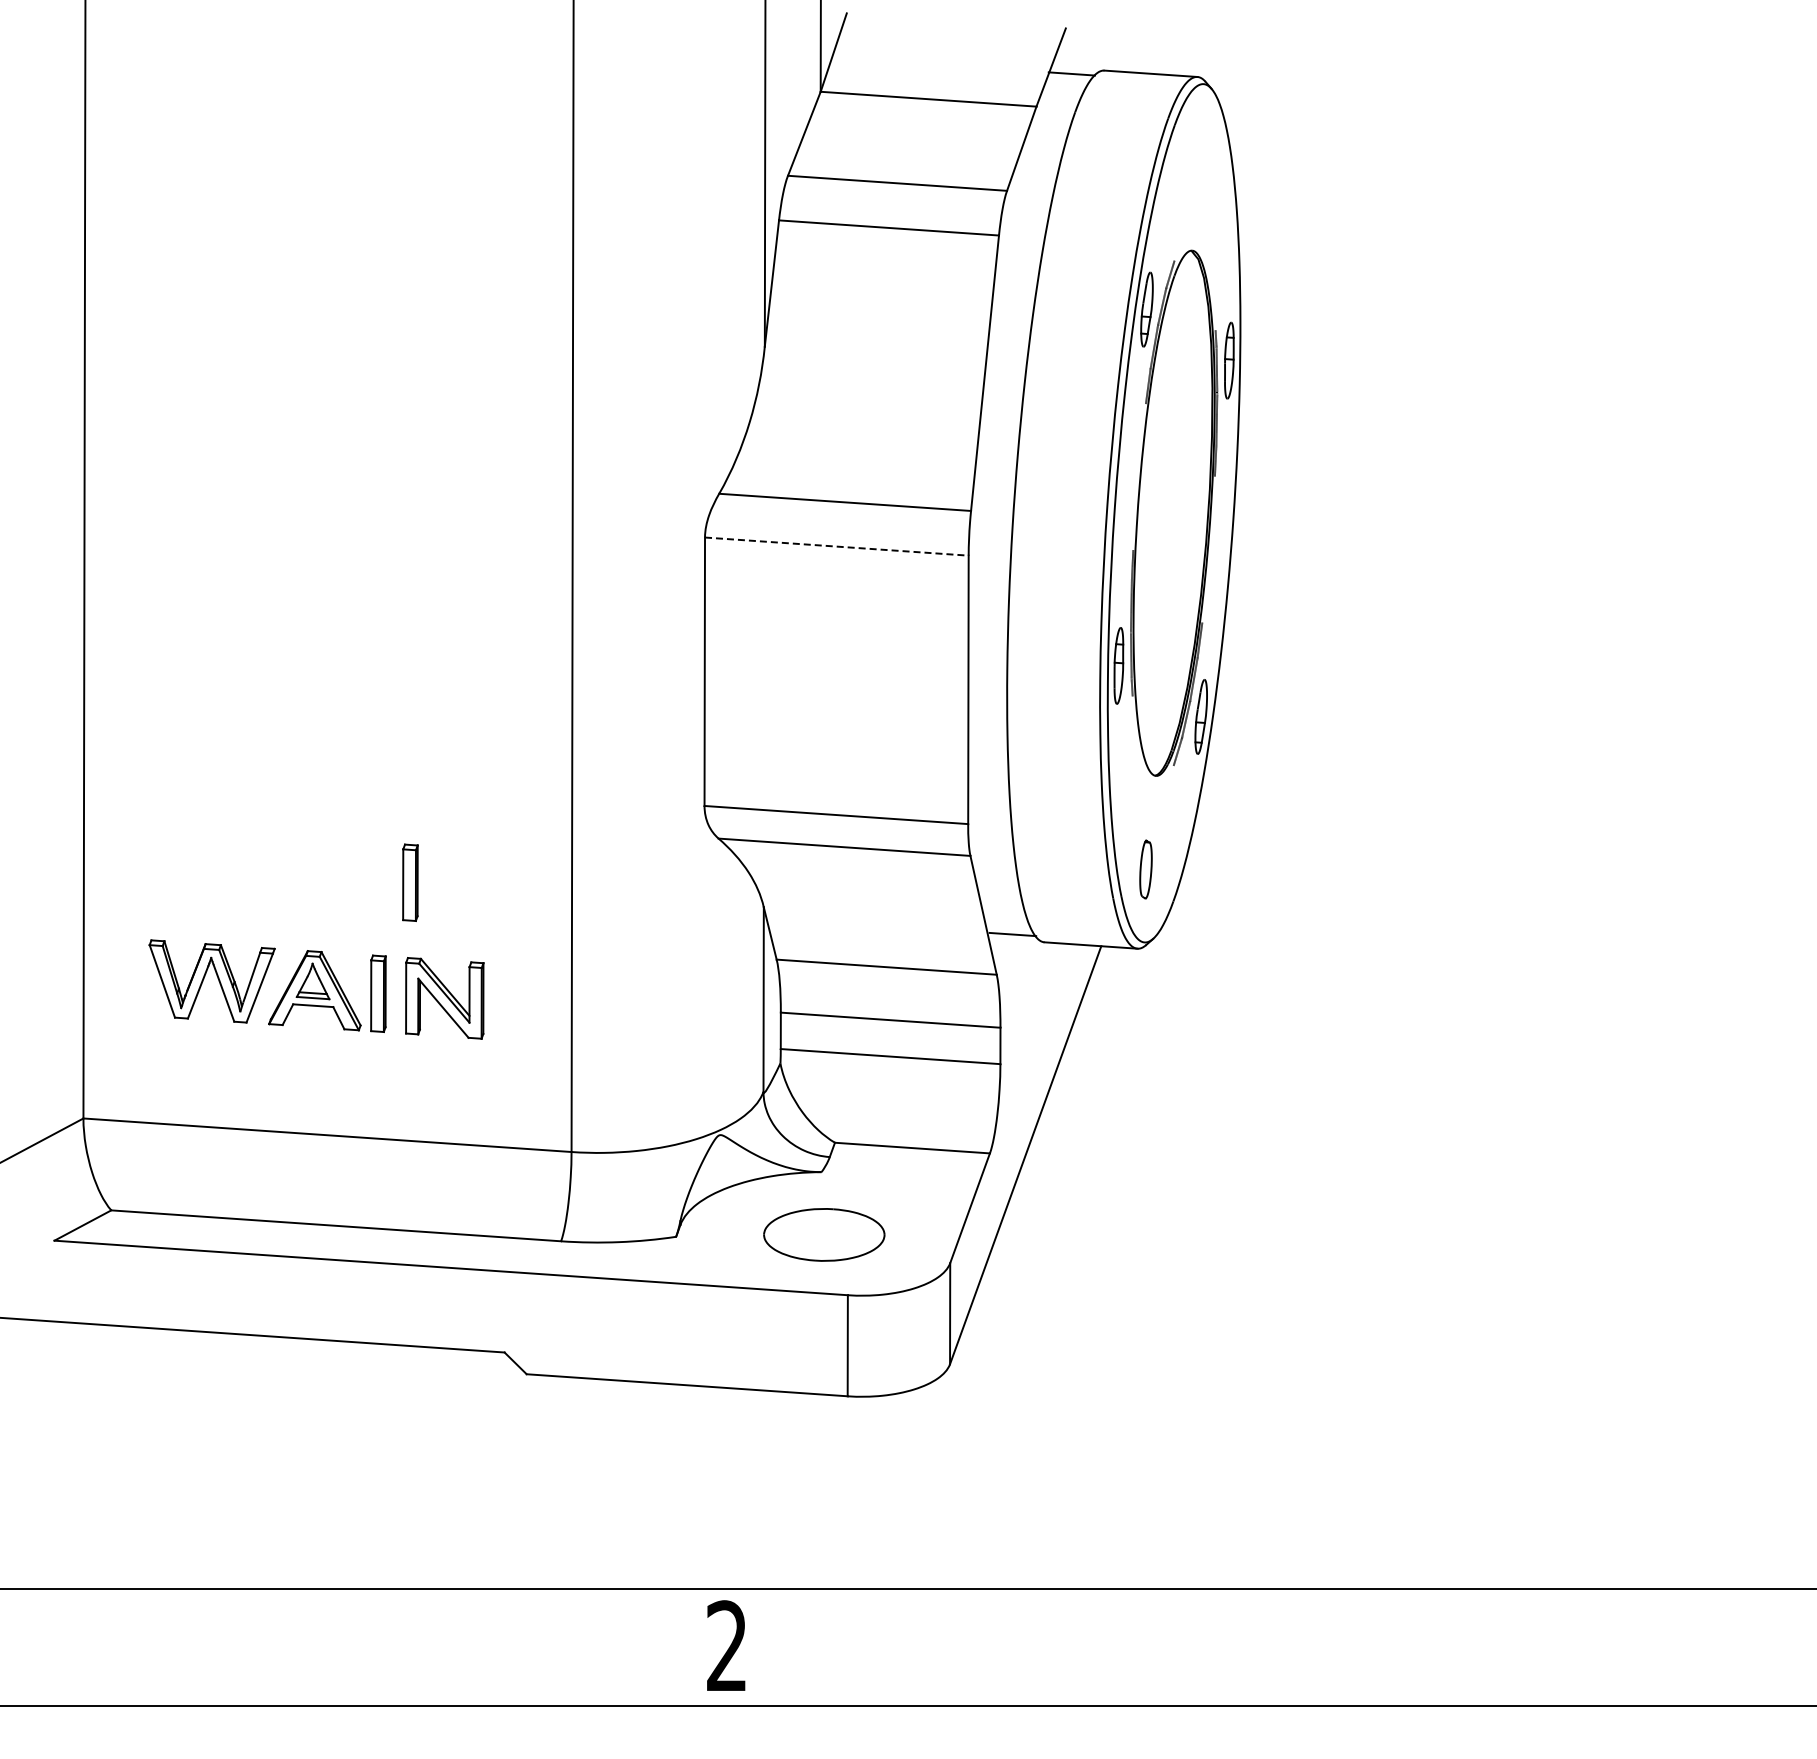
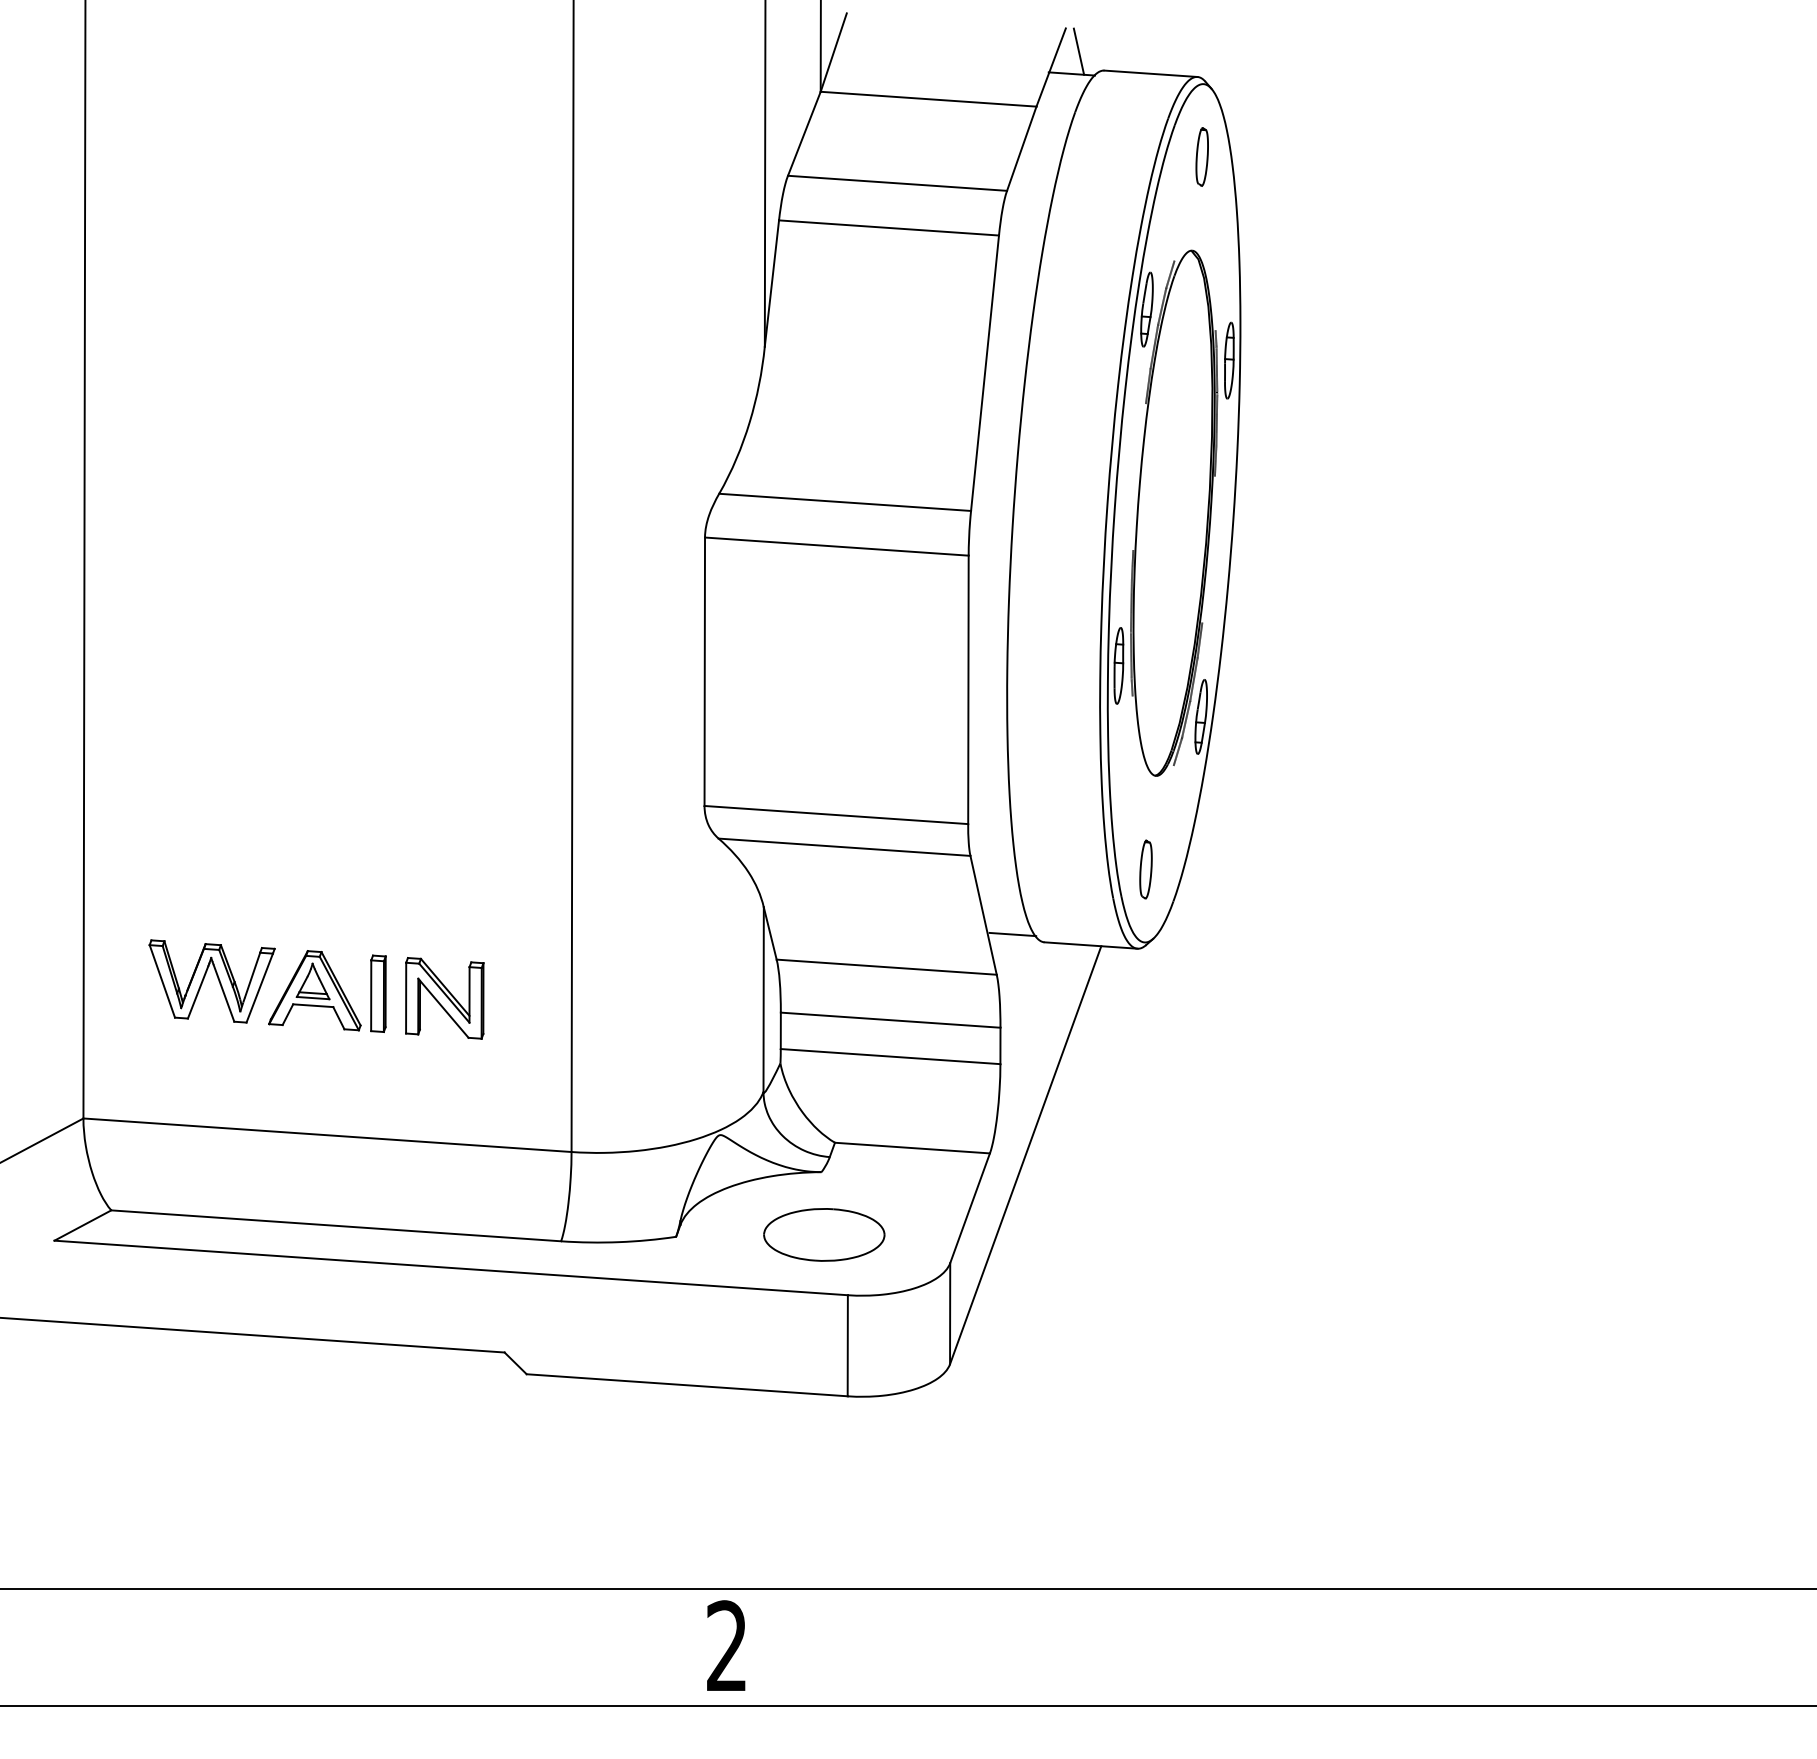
line at (1078, 51): none -> present
part at (1201, 156): none -> present
line at (837, 546): dashed -> solid
part at (410, 882): present -> none
